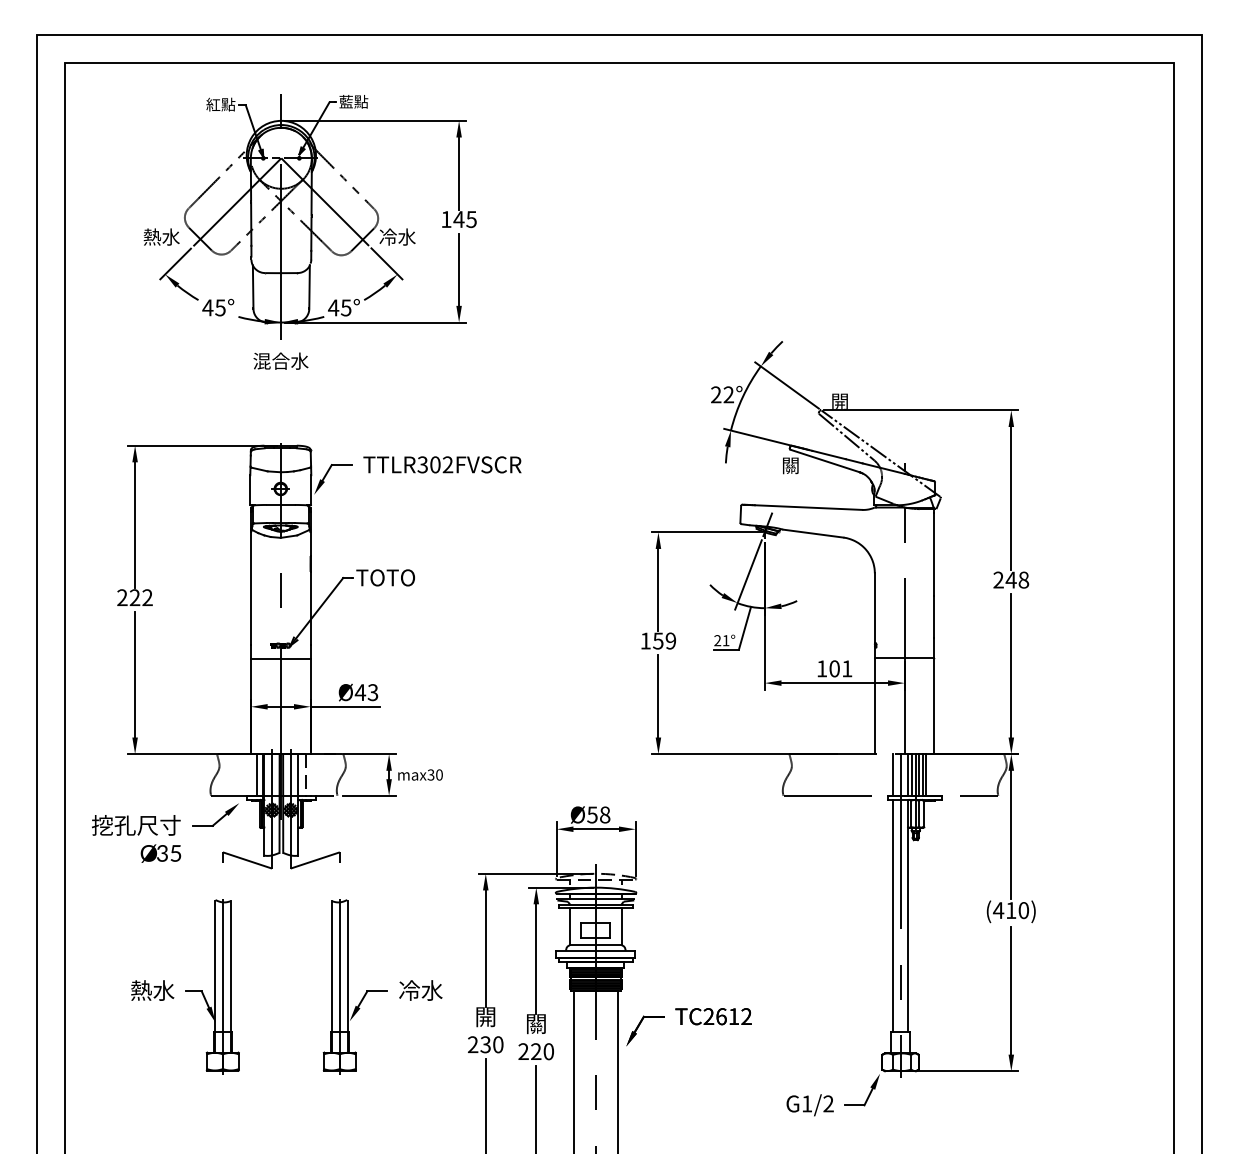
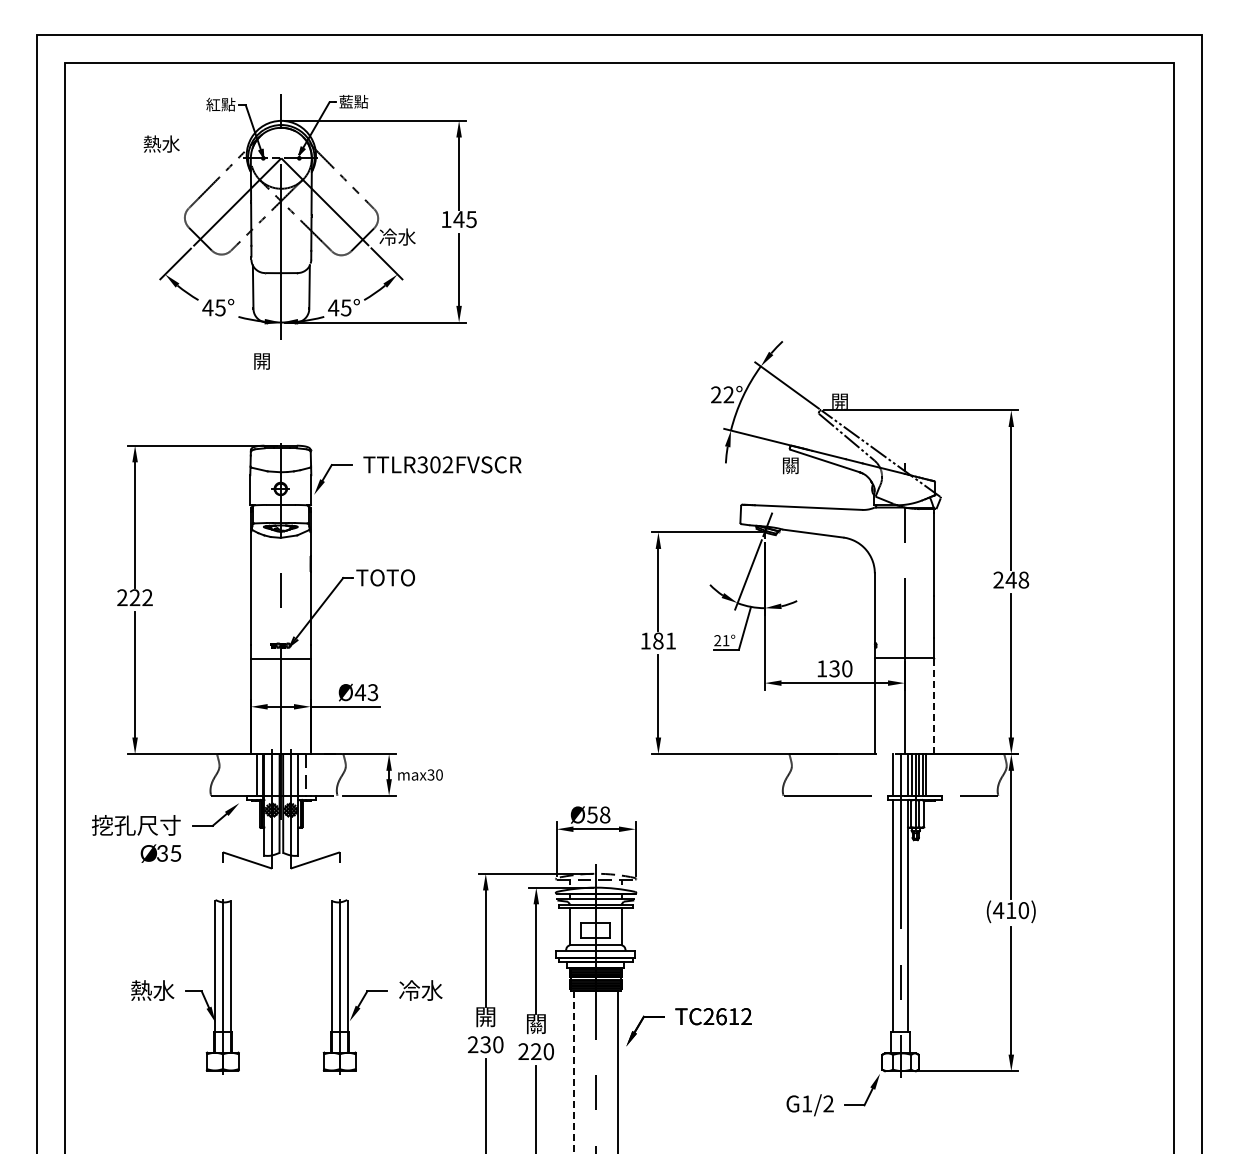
text at (161, 236) position: (161, 236) -> (161, 143)
text at (280, 360): 混合水 -> 開
text at (664, 640): 159 -> 181
text at (840, 668): 101 -> 130
line at (934, 706): solid -> dashed
line at (574, 1072): solid -> dashed
